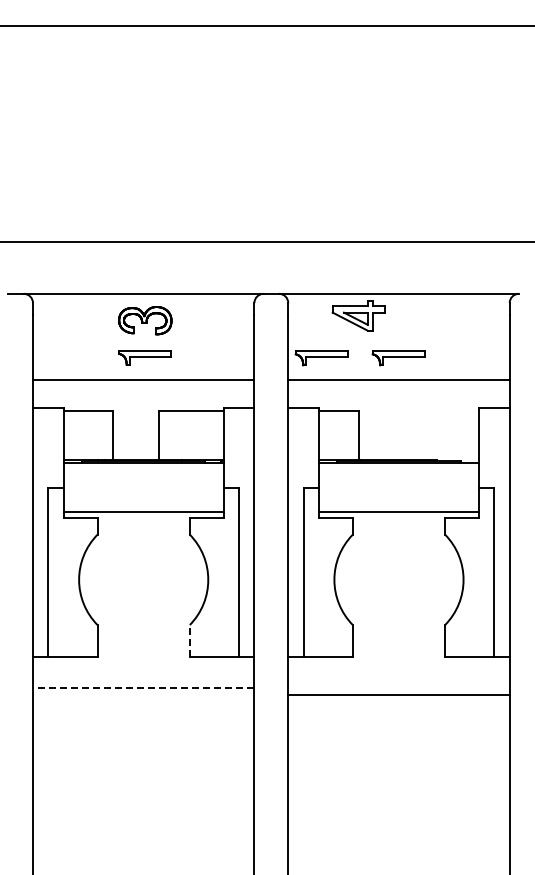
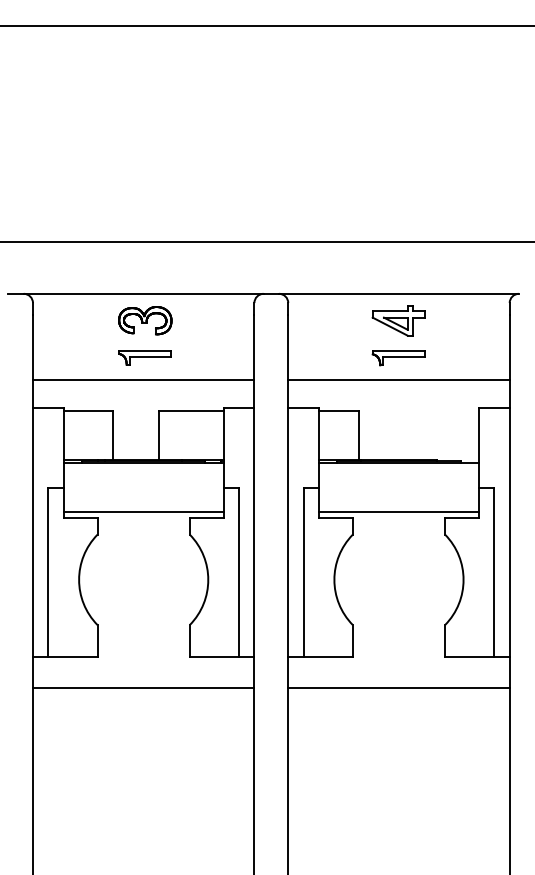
part at (358, 315) position: (358, 315) -> (398, 320)
part at (321, 358): present -> none
line at (189, 640): dashed -> solid
line at (143, 687): dashed -> solid
line at (398, 694) position: (398, 694) -> (398, 687)
